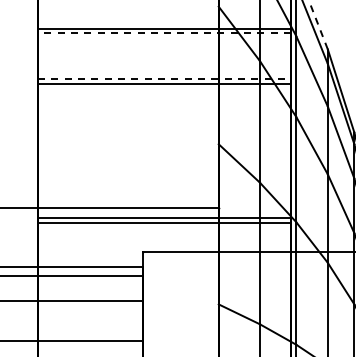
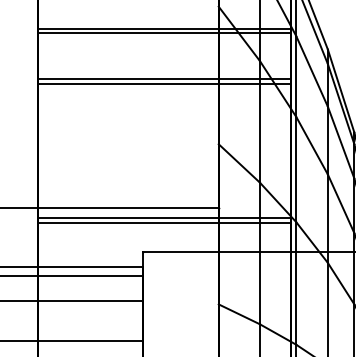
line at (318, 25): dashed -> solid
line at (164, 33): dashed -> solid
line at (165, 79): dashed -> solid
